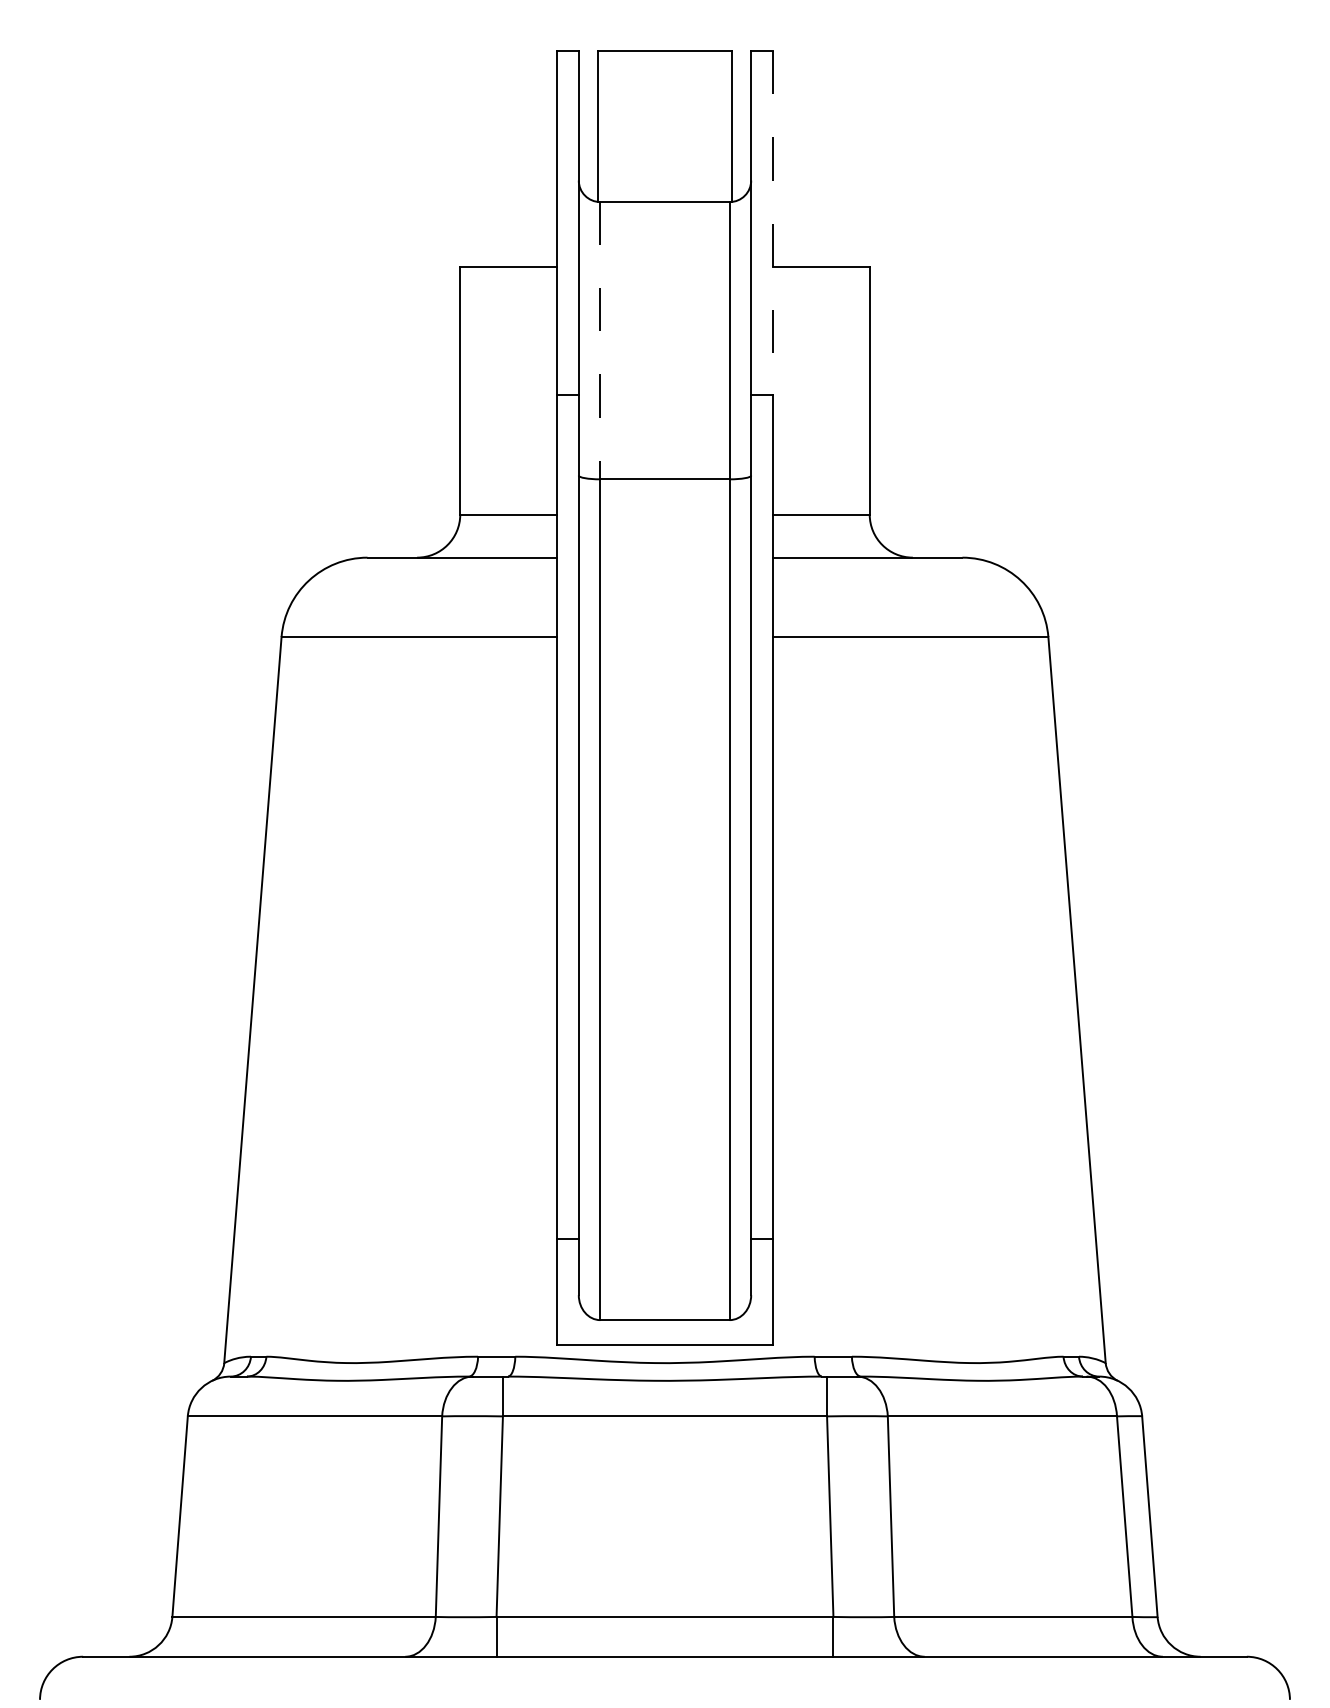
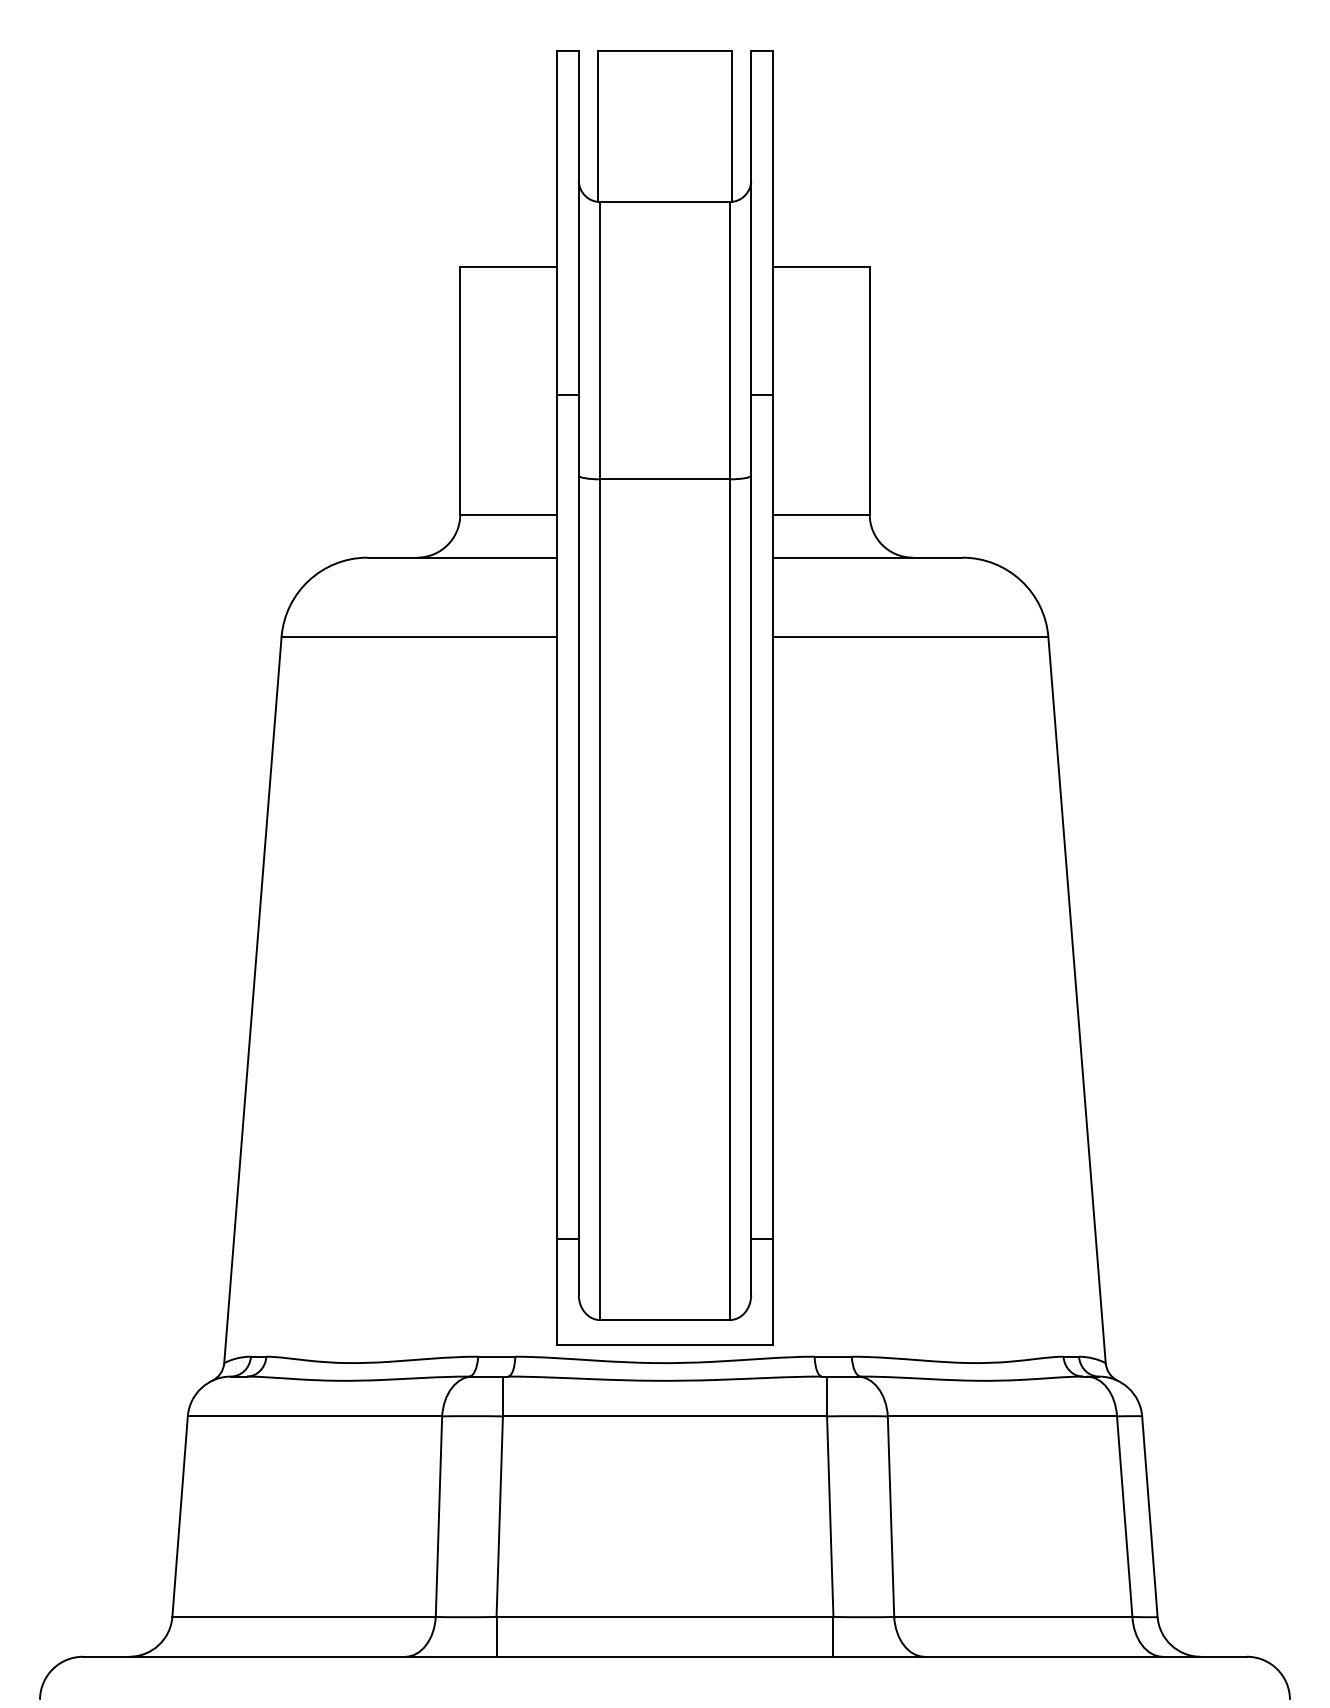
line at (772, 222): dashed -> solid
line at (600, 340): dashed -> solid
